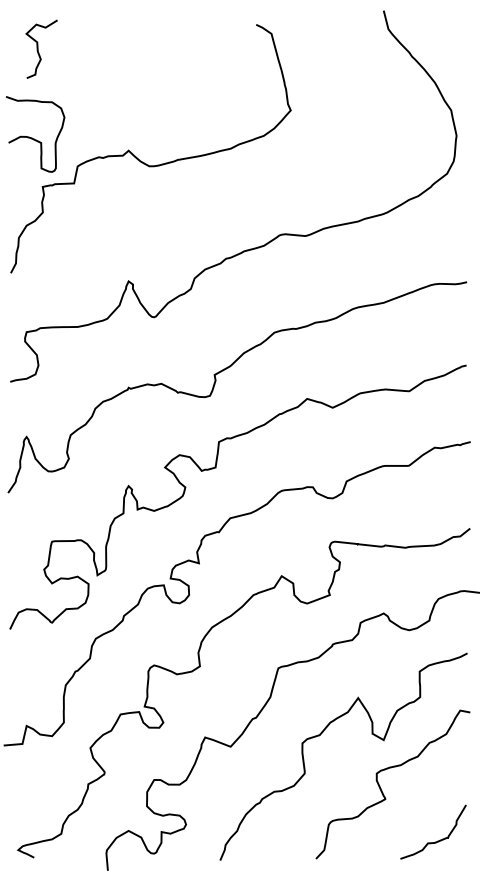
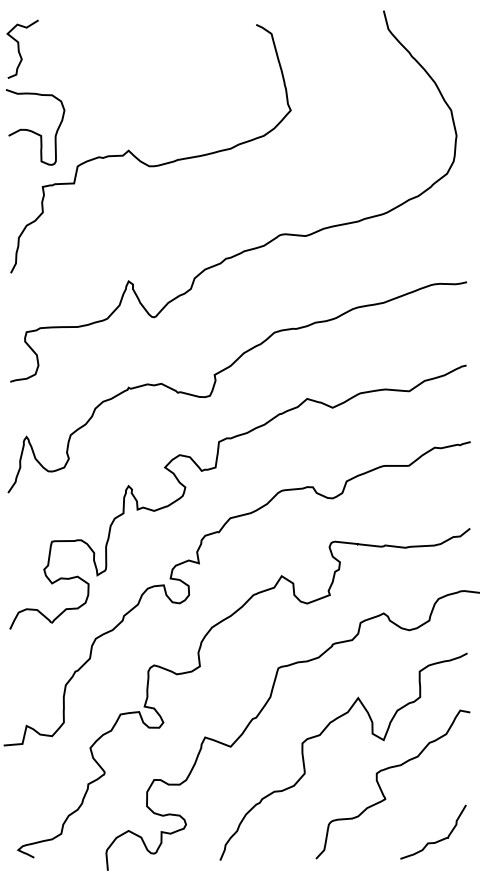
curve at (38, 48) position: (38, 48) -> (19, 48)
curve at (34, 138) position: (34, 138) -> (34, 131)
